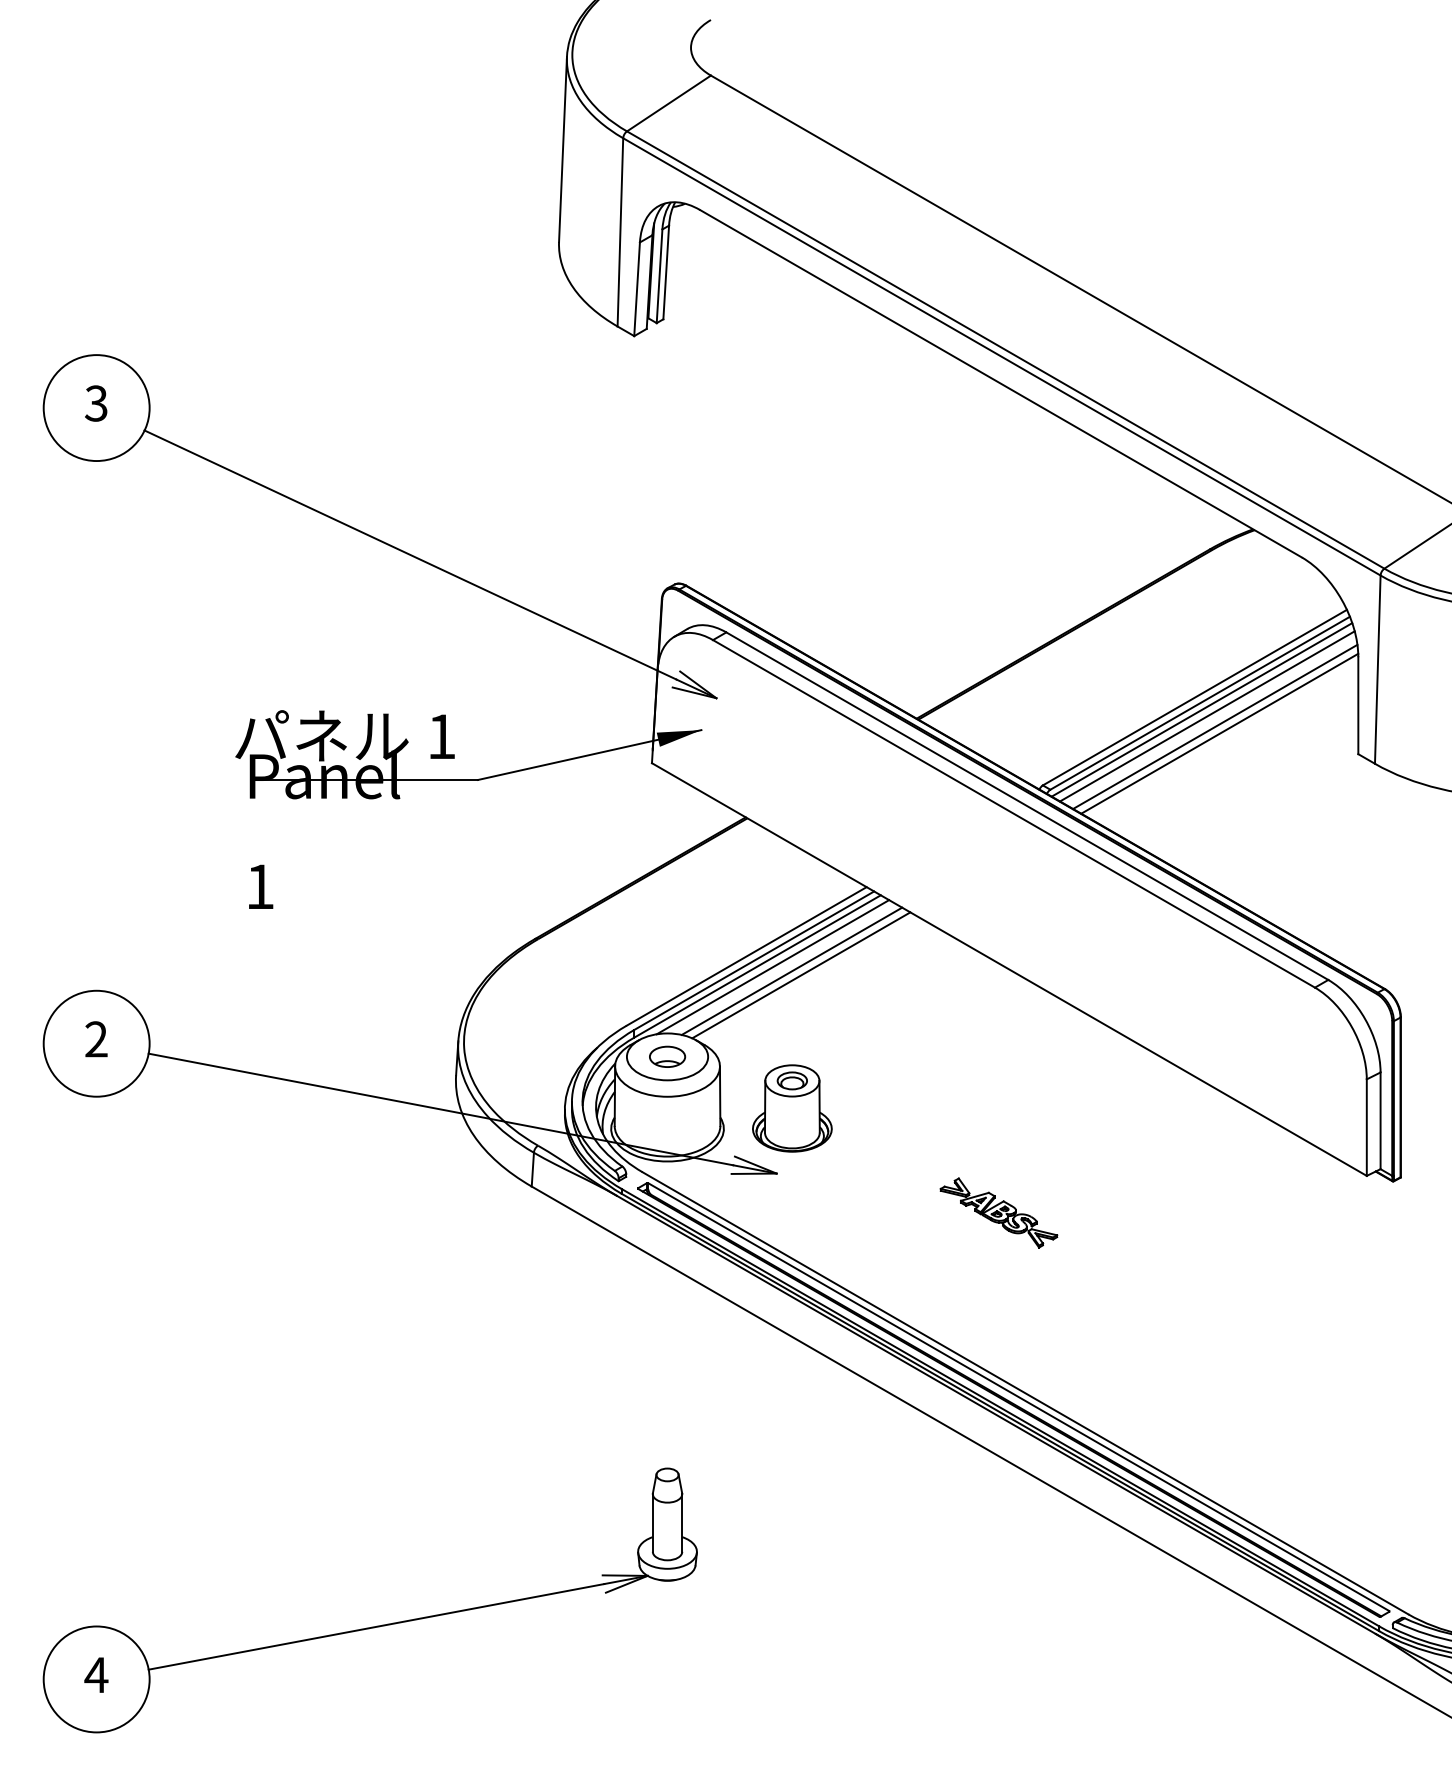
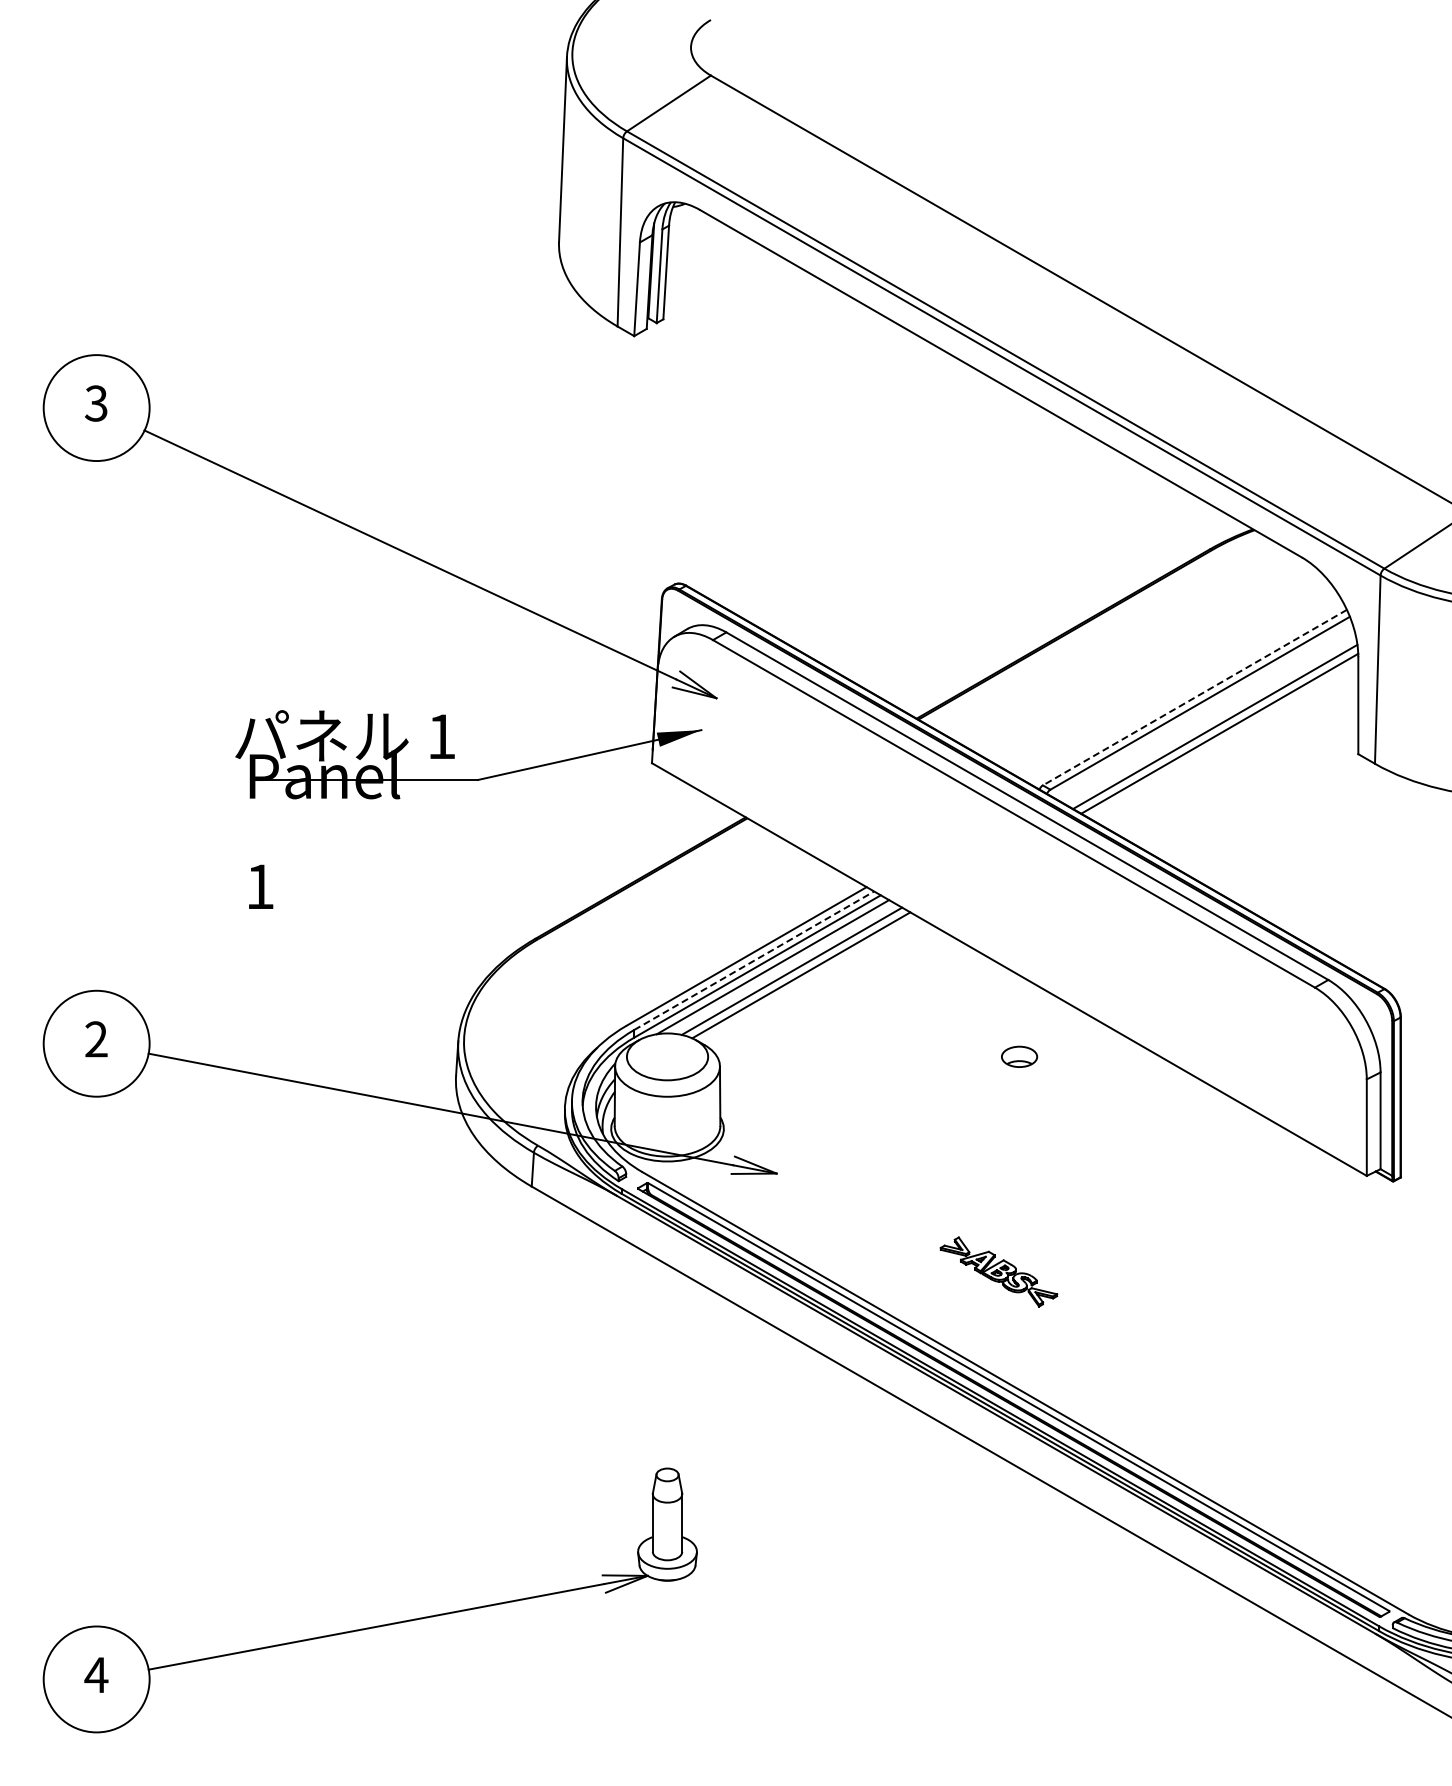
line at (1194, 697): solid -> dashed
line at (1201, 709): present -> none
line at (1207, 716): present -> none
line at (754, 960): solid -> dashed
part at (667, 1056) position: (667, 1056) -> (1019, 1056)
part at (792, 1108): present -> none
part at (998, 1212) position: (998, 1212) -> (998, 1271)
